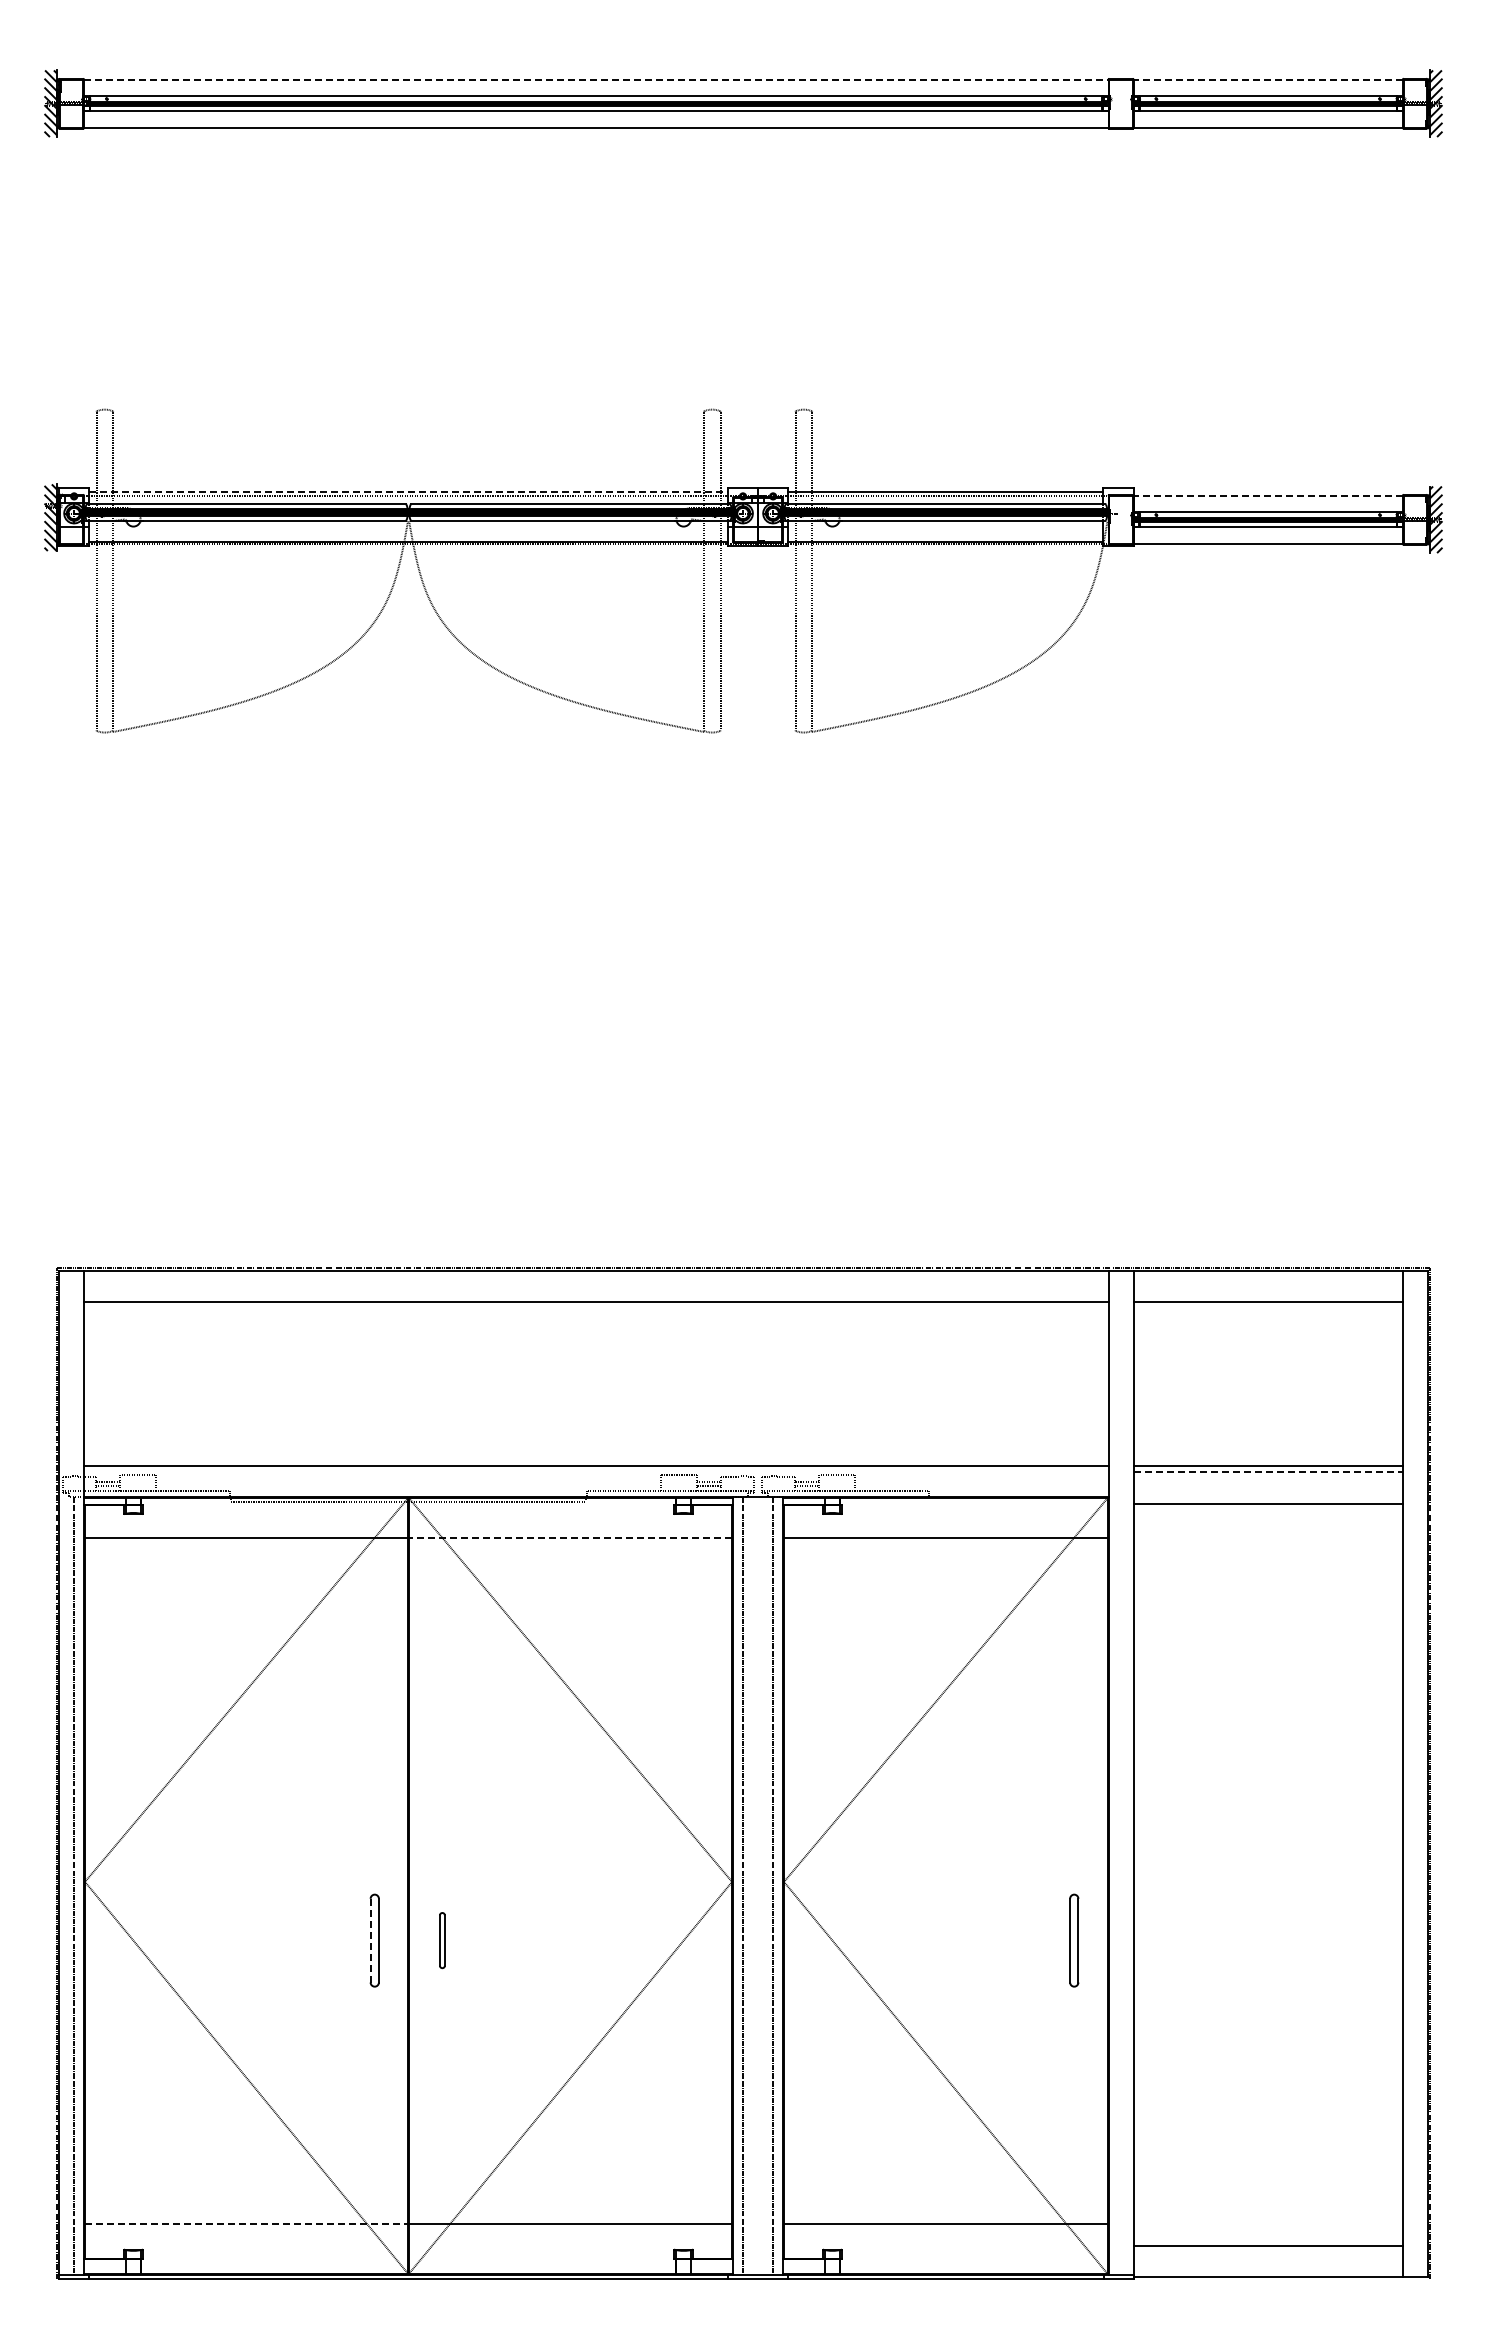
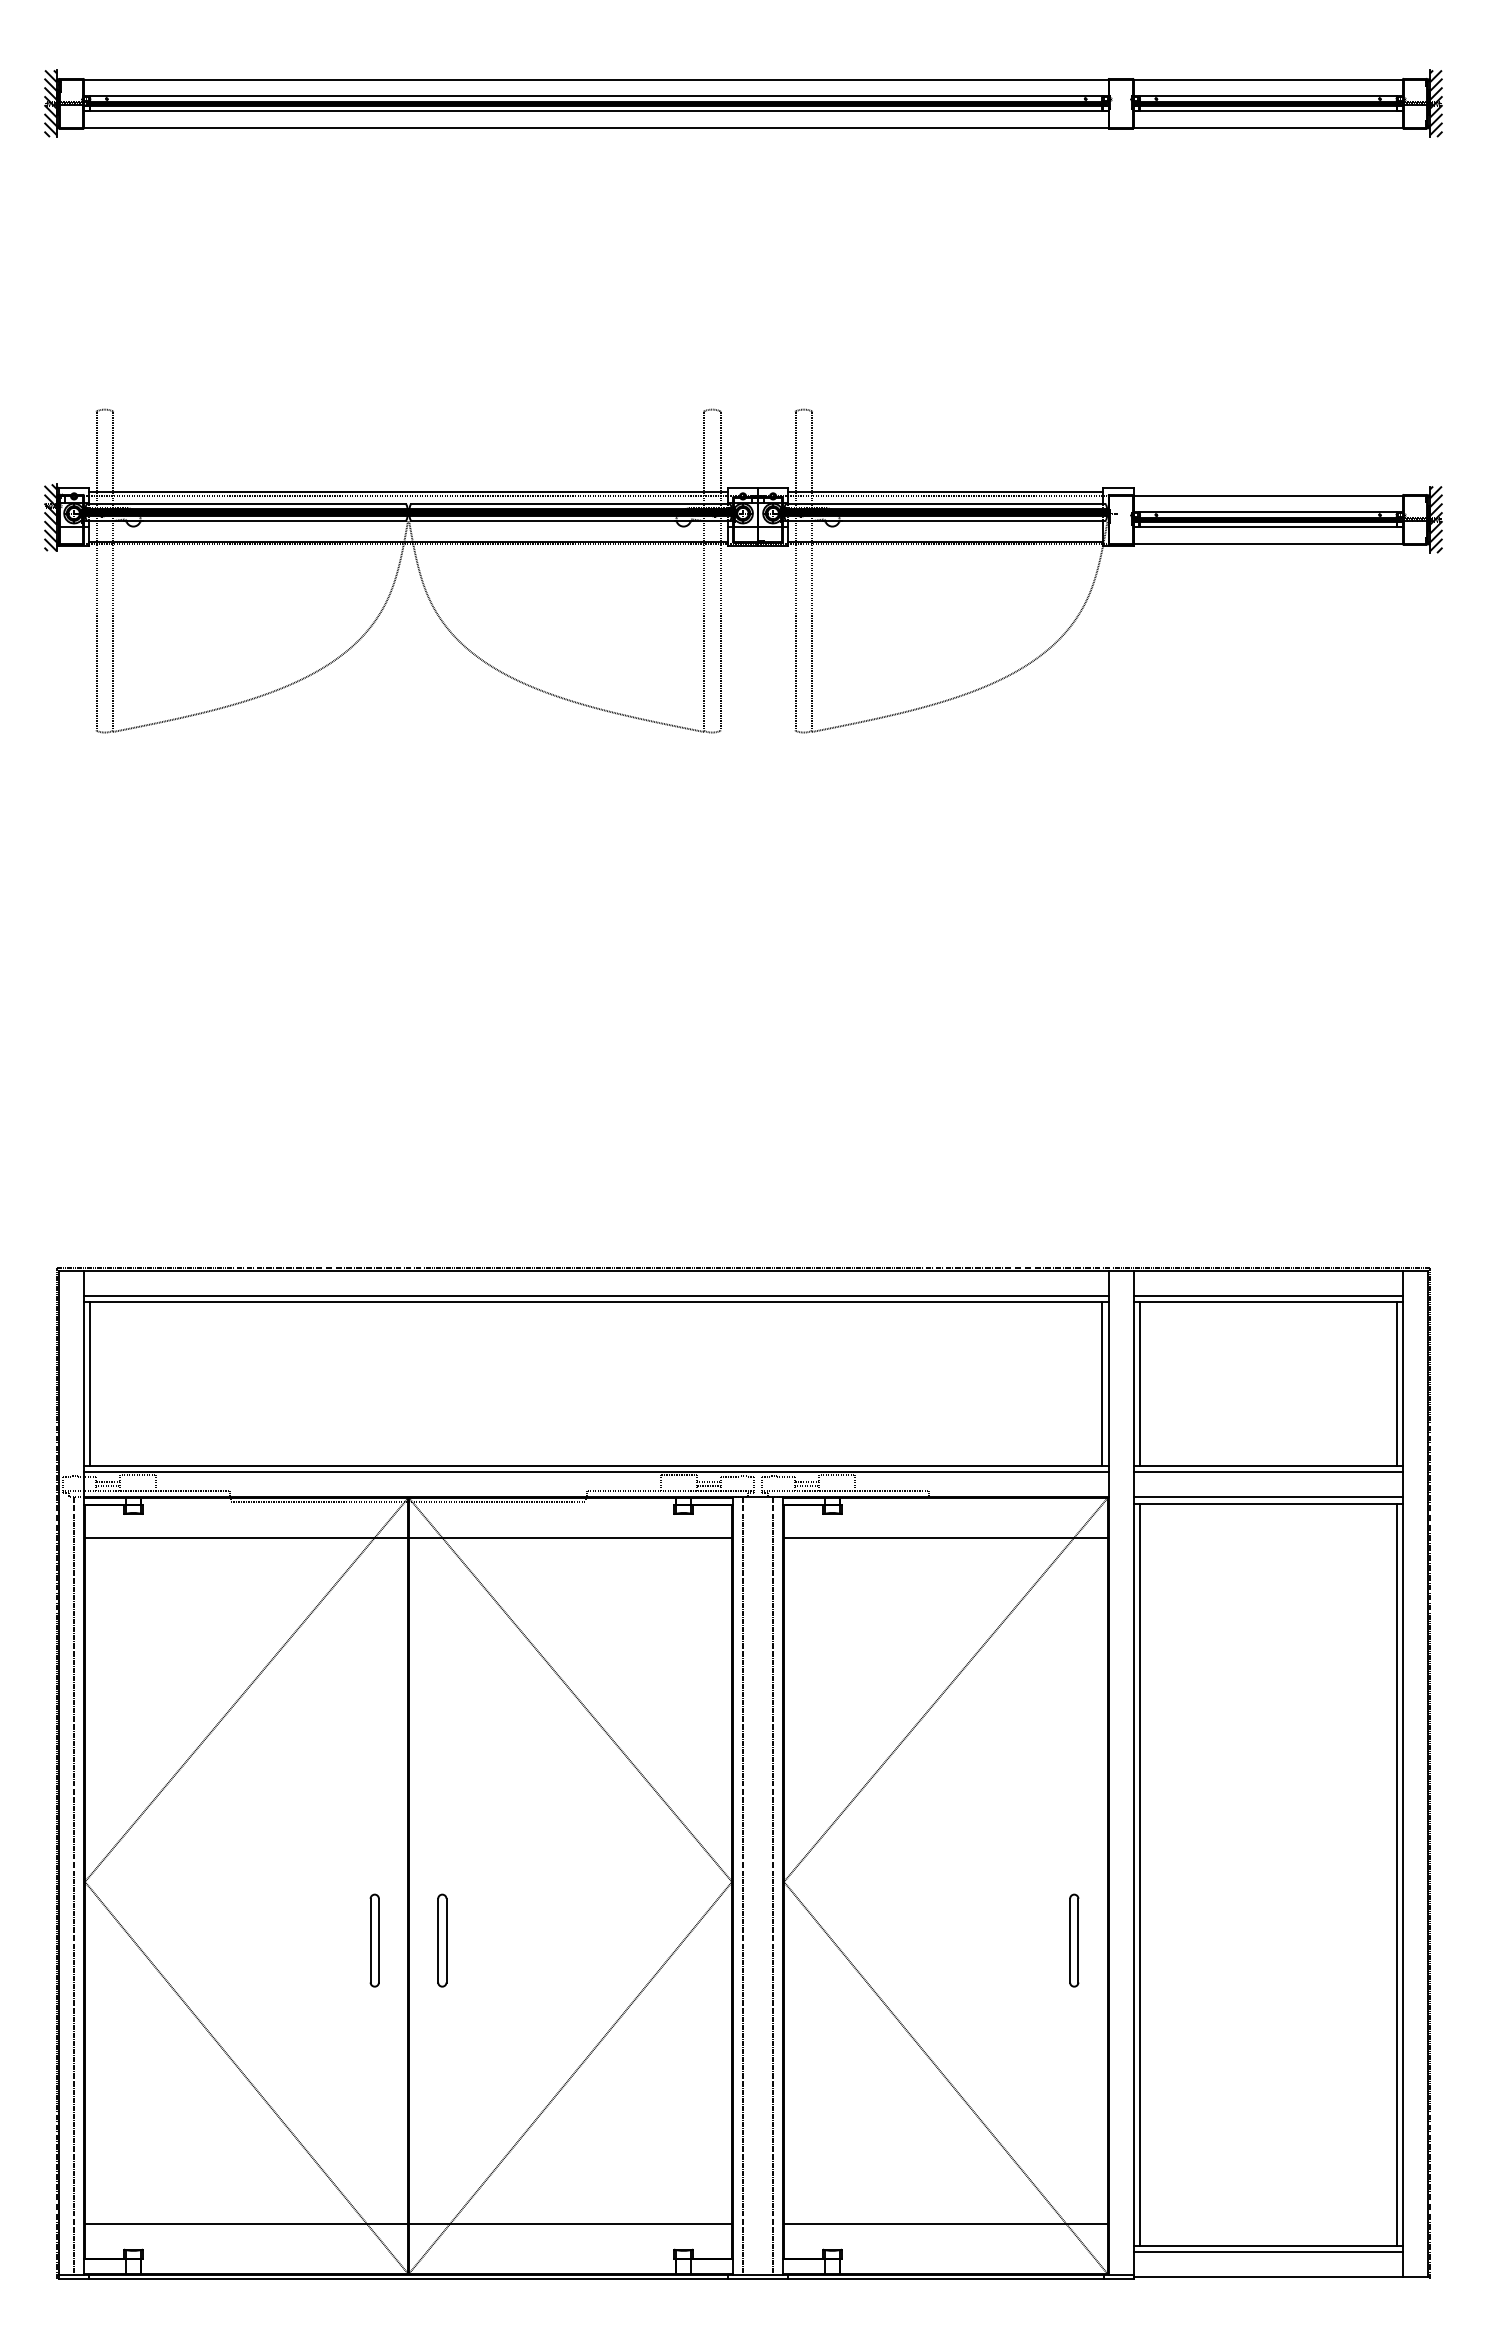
line at (596, 79): dashed -> solid
line at (1268, 79): dashed -> solid
line at (409, 491): dashed -> solid
line at (1268, 495): dashed -> solid
line at (596, 1295): none -> present
line at (1267, 1295): none -> present
line at (90, 1383): none -> present
line at (1102, 1383): none -> present
line at (1139, 1383): none -> present
line at (1396, 1383): none -> present
line at (596, 1472): none -> present
line at (1268, 1472): dashed -> solid
line at (1267, 1497): none -> present
line at (570, 1537): dashed -> solid
line at (1139, 1874): none -> present
line at (1396, 1874): none -> present
line at (370, 1940): dashed -> solid
part at (442, 1940) size: 7x58 px -> 11x95 px
line at (246, 2223): dashed -> solid
line at (1267, 2252): none -> present
